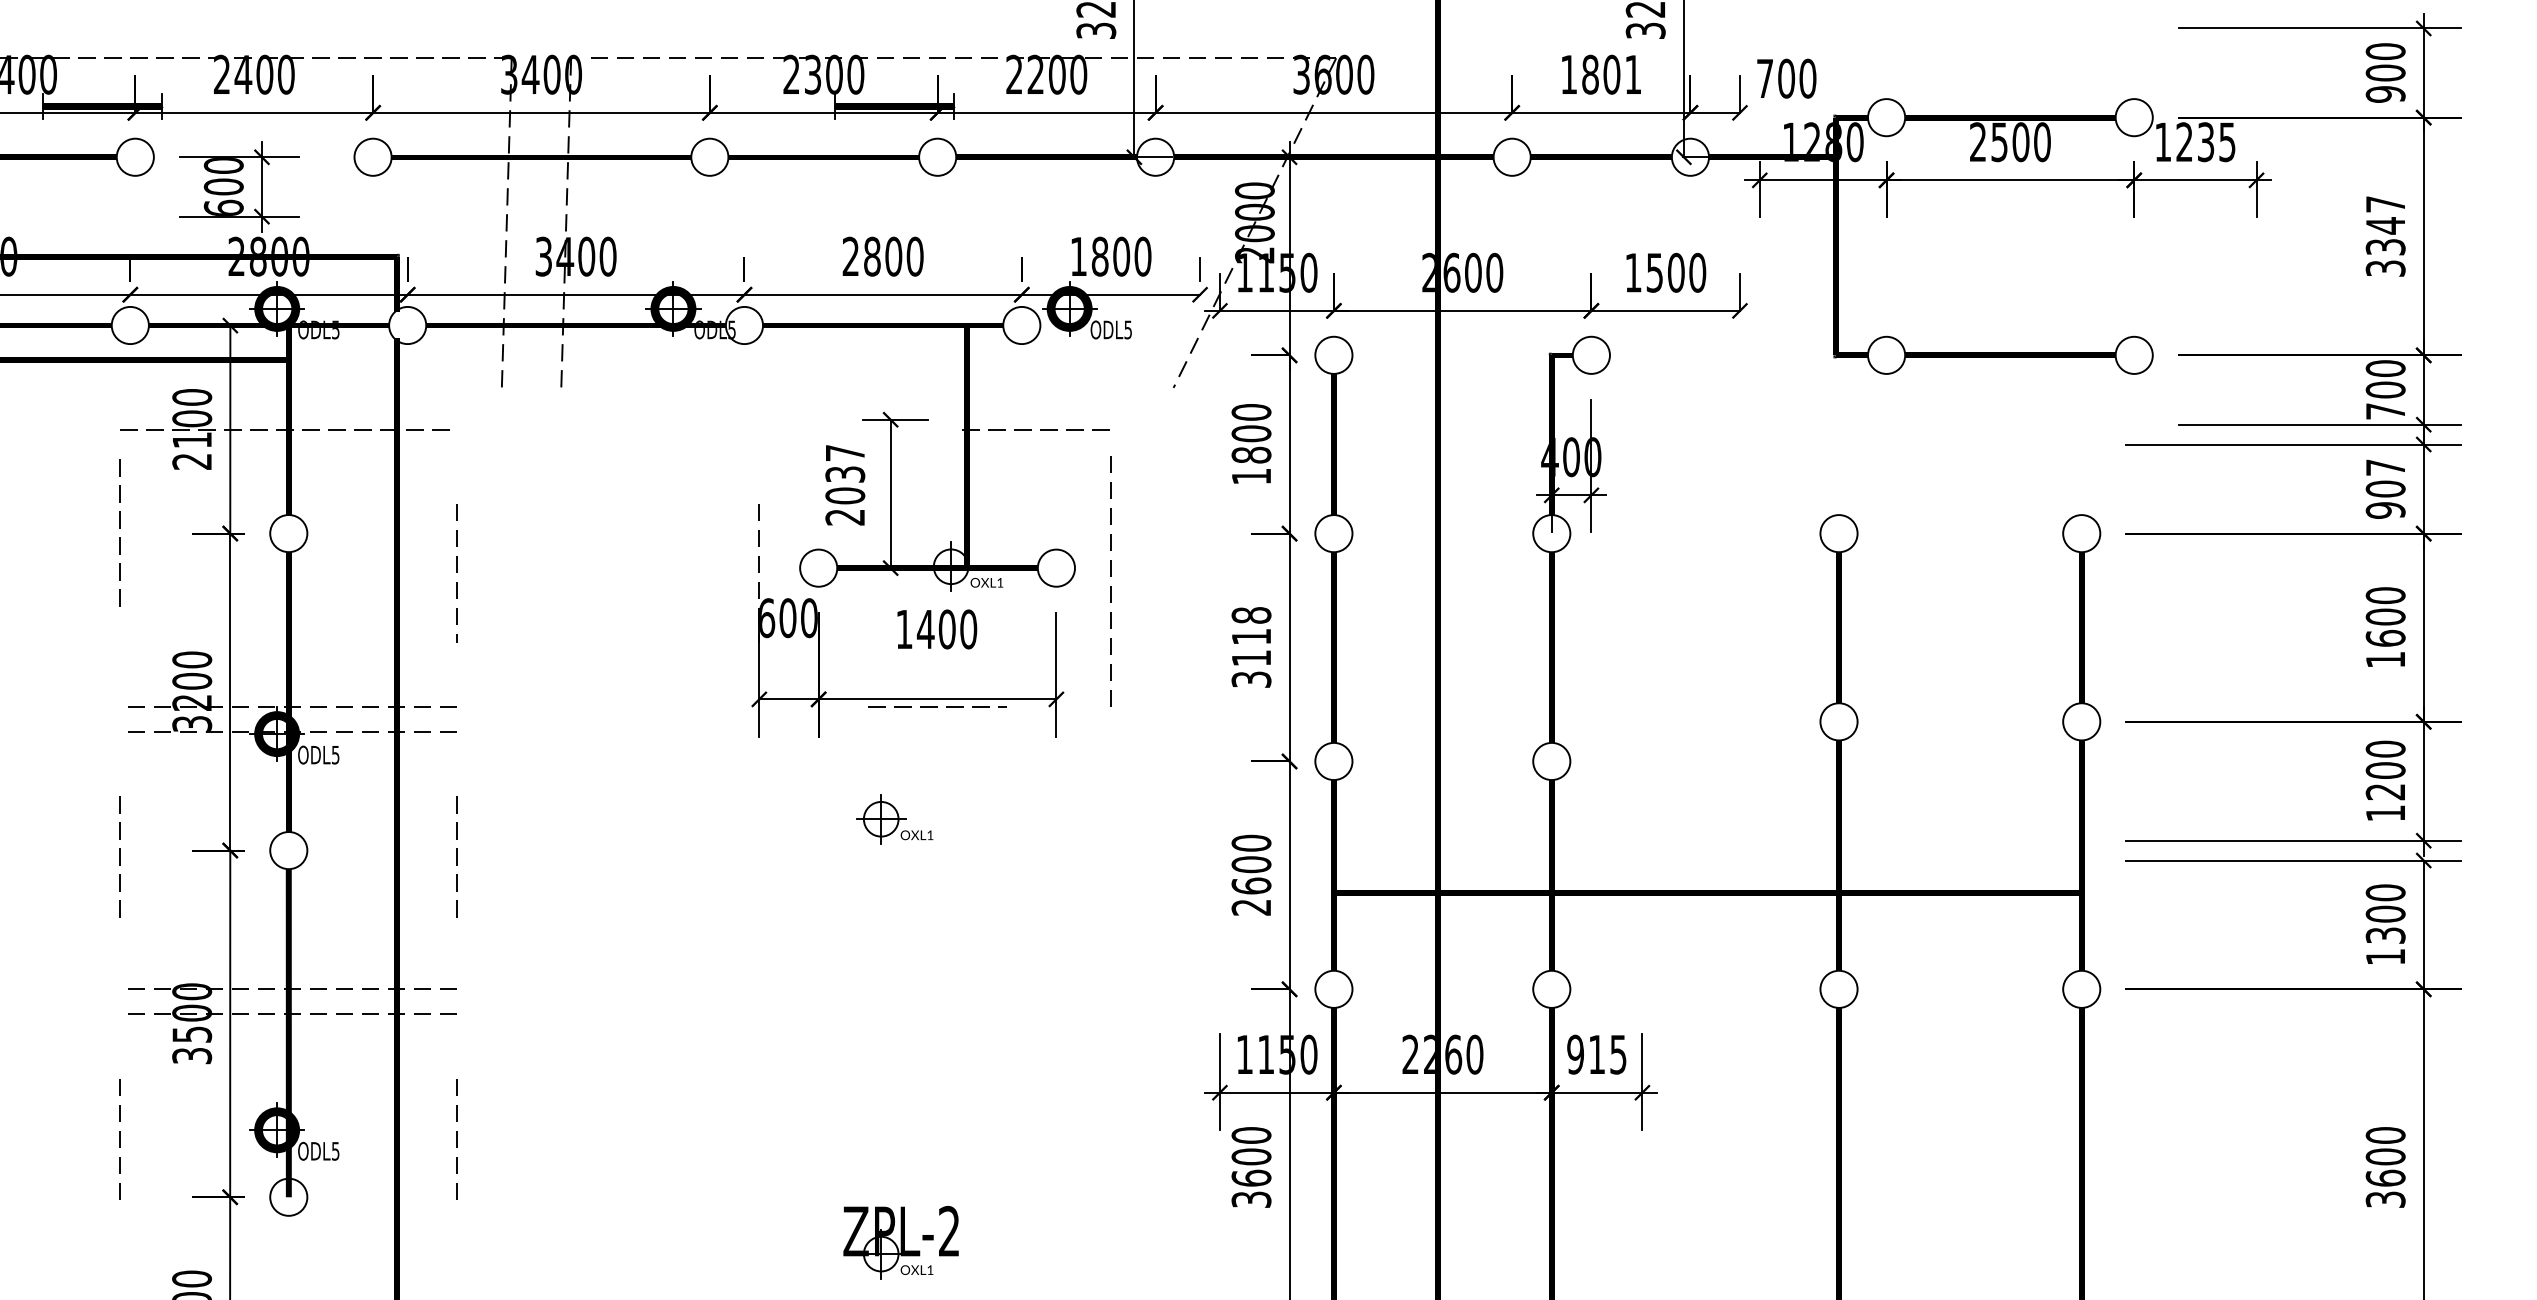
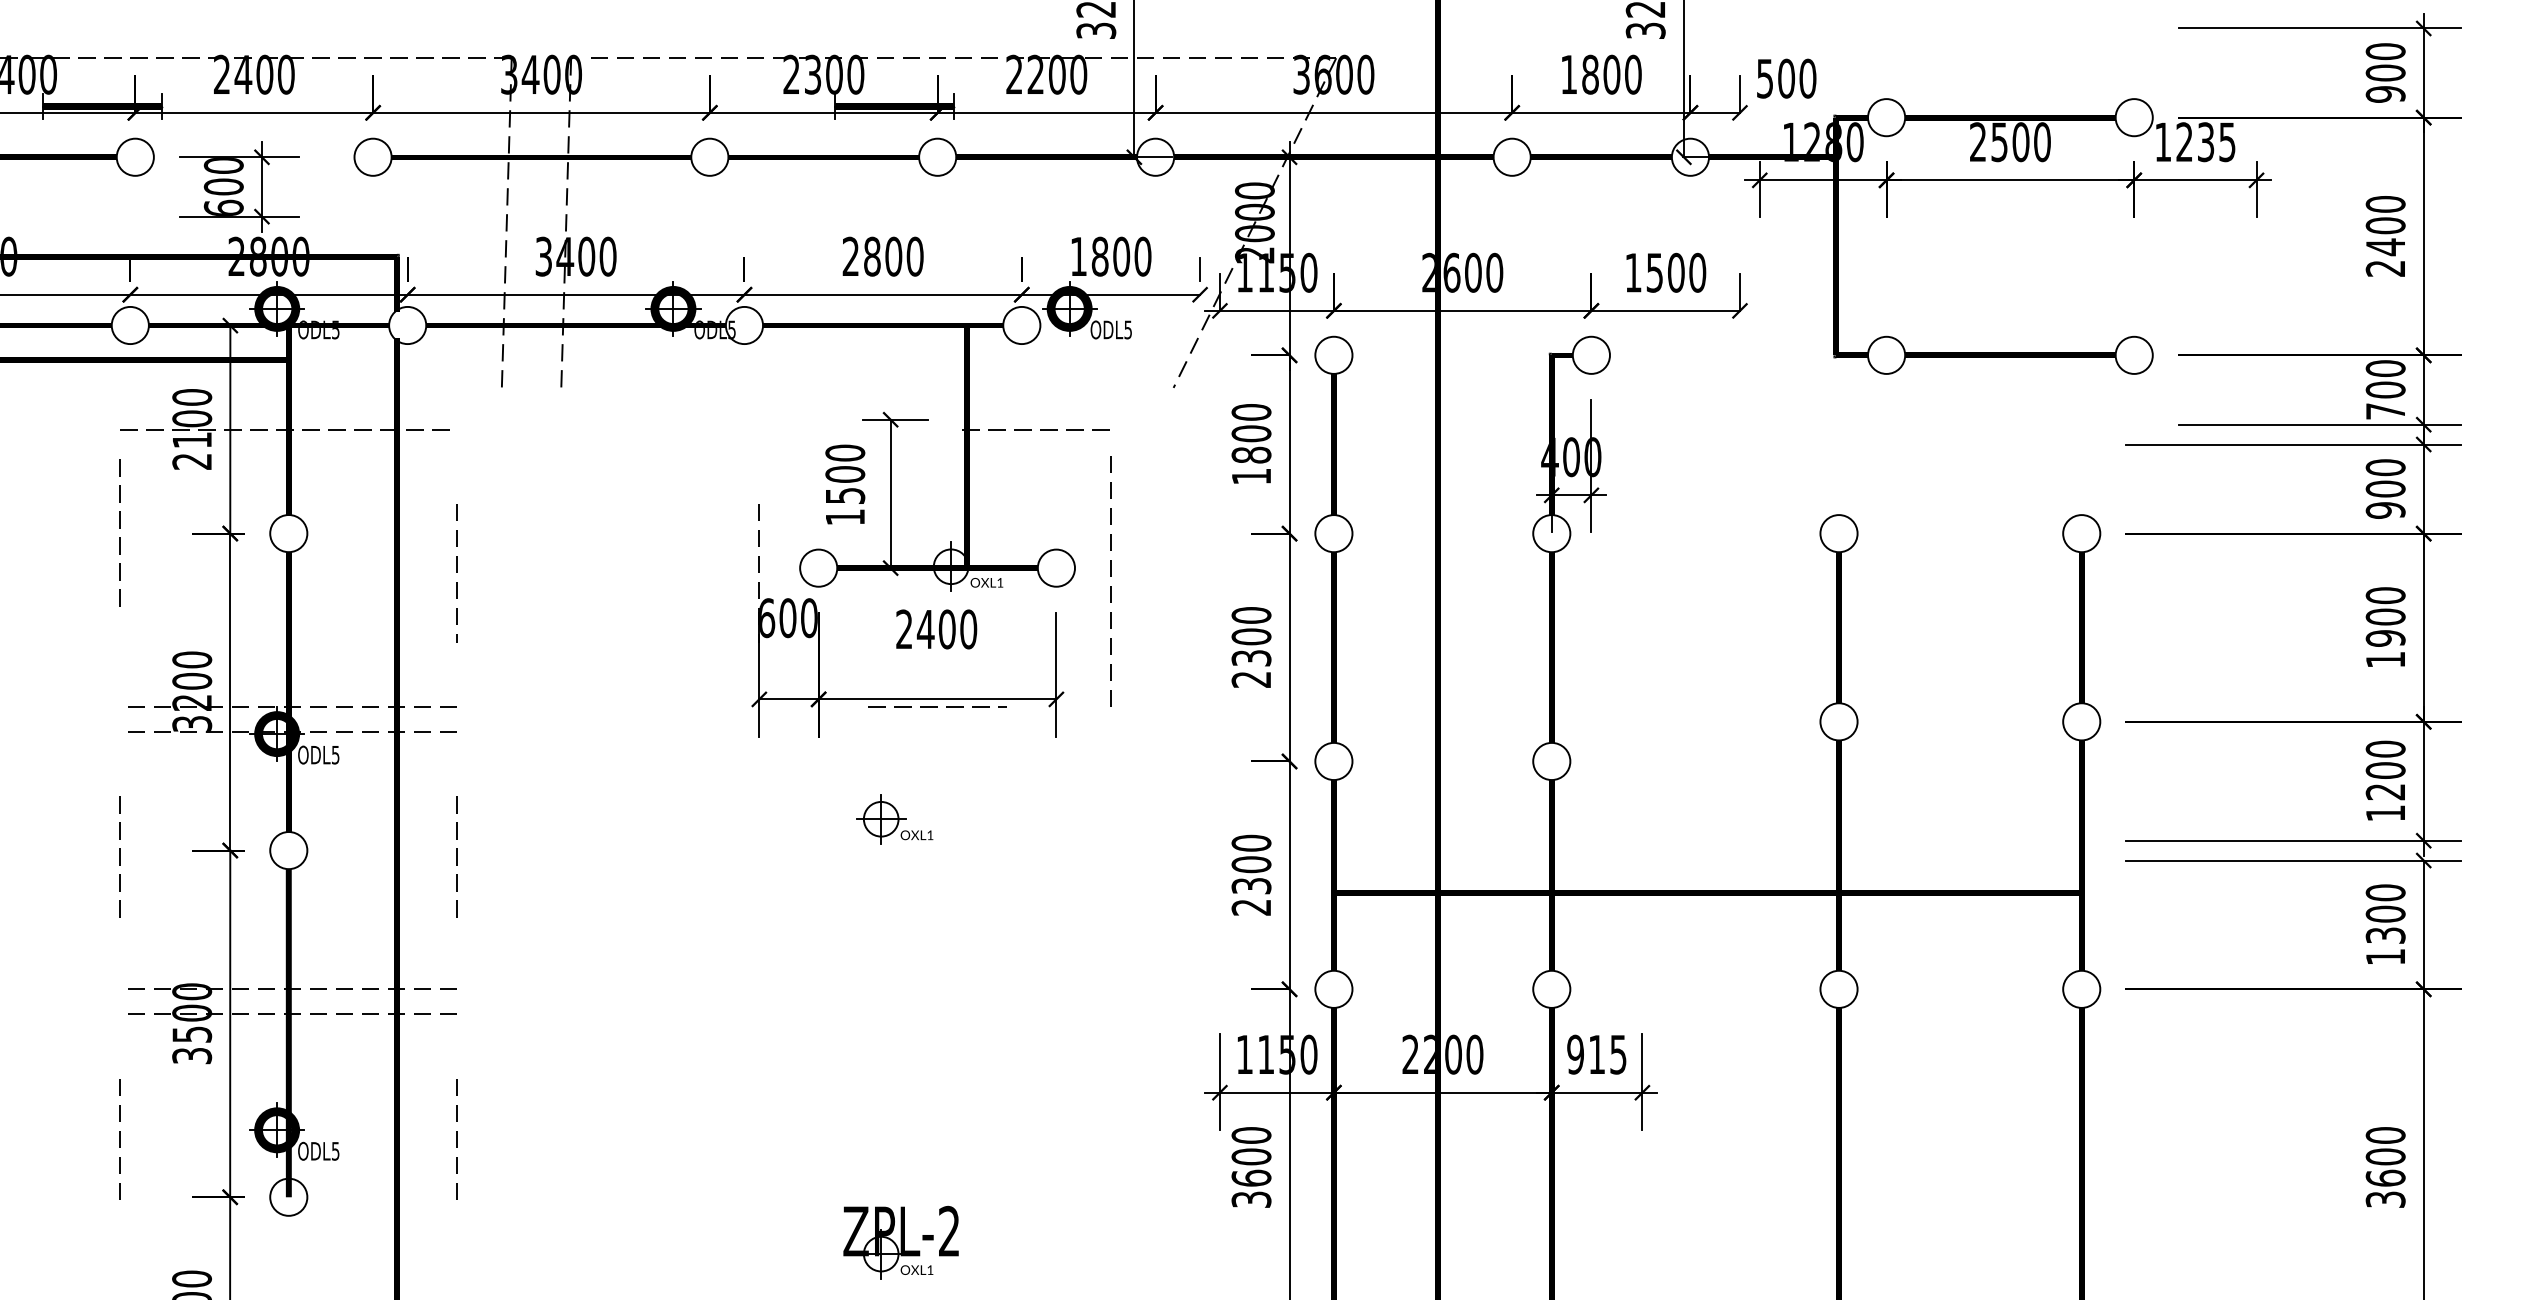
text at (1633, 74): 1801 -> 1800
text at (1764, 78): 700 -> 500
text at (2385, 236): 3347 -> 2400
text at (2385, 467): 907 -> 900
text at (845, 484): 2037 -> 1500
text at (904, 628): 1400 -> 2400
text at (2385, 637): 1600 -> 1900
text at (1251, 647): 3118 -> 2300
text at (1251, 885): 2600 -> 2300
text at (1453, 1054): 2260 -> 2200
